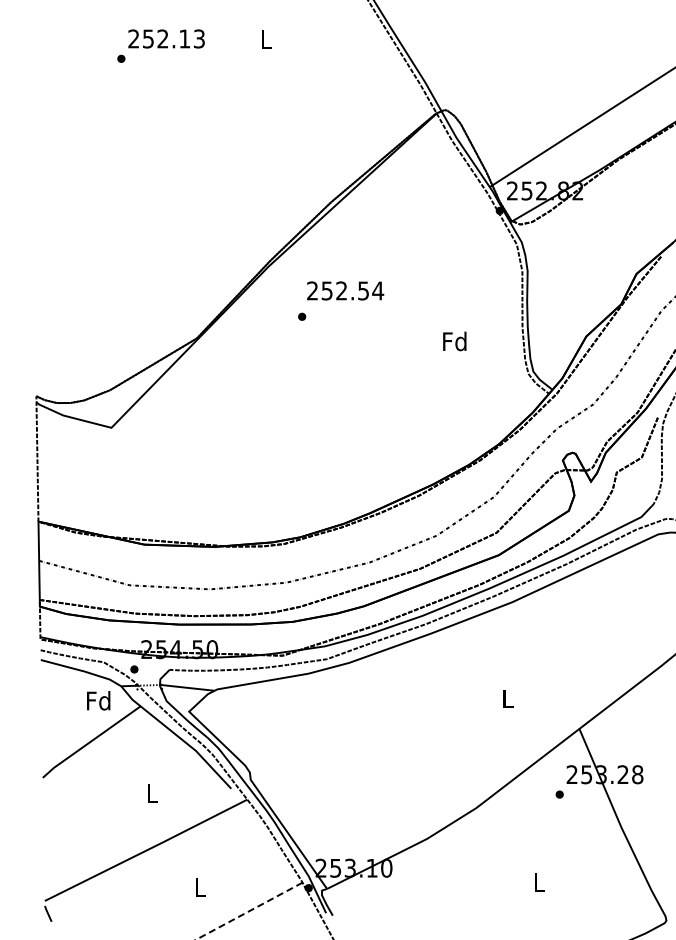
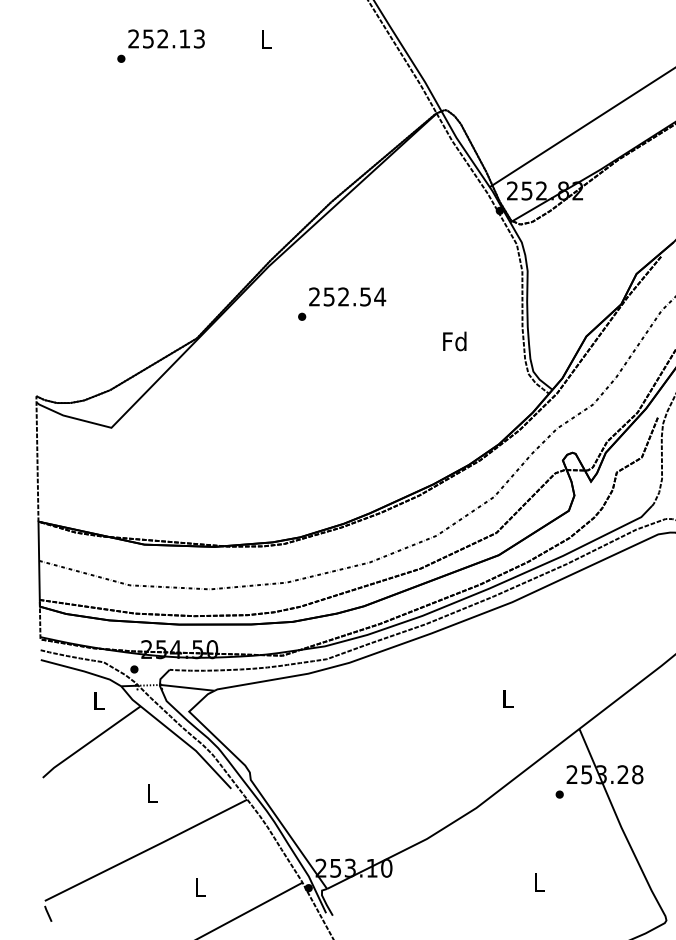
text at (345, 290) position: (345, 290) -> (347, 296)
text at (98, 700): Fd -> L
line at (249, 911): dashed -> solid
